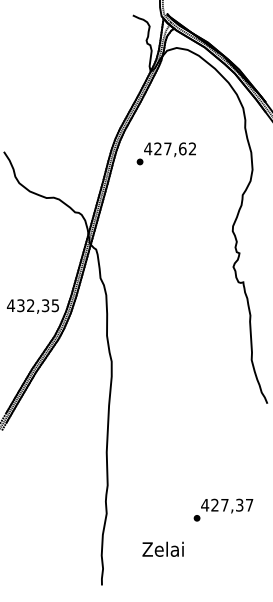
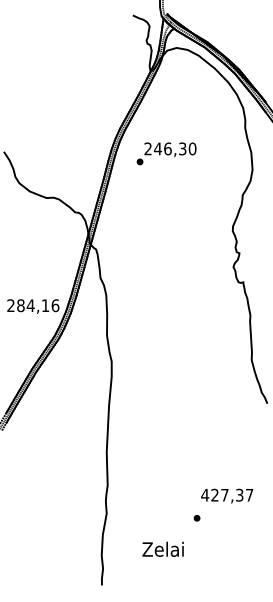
text at (170, 148): 427,62 -> 246,30
text at (32, 305): 432,35 -> 284,16
text at (227, 505) position: (227, 505) -> (227, 495)
